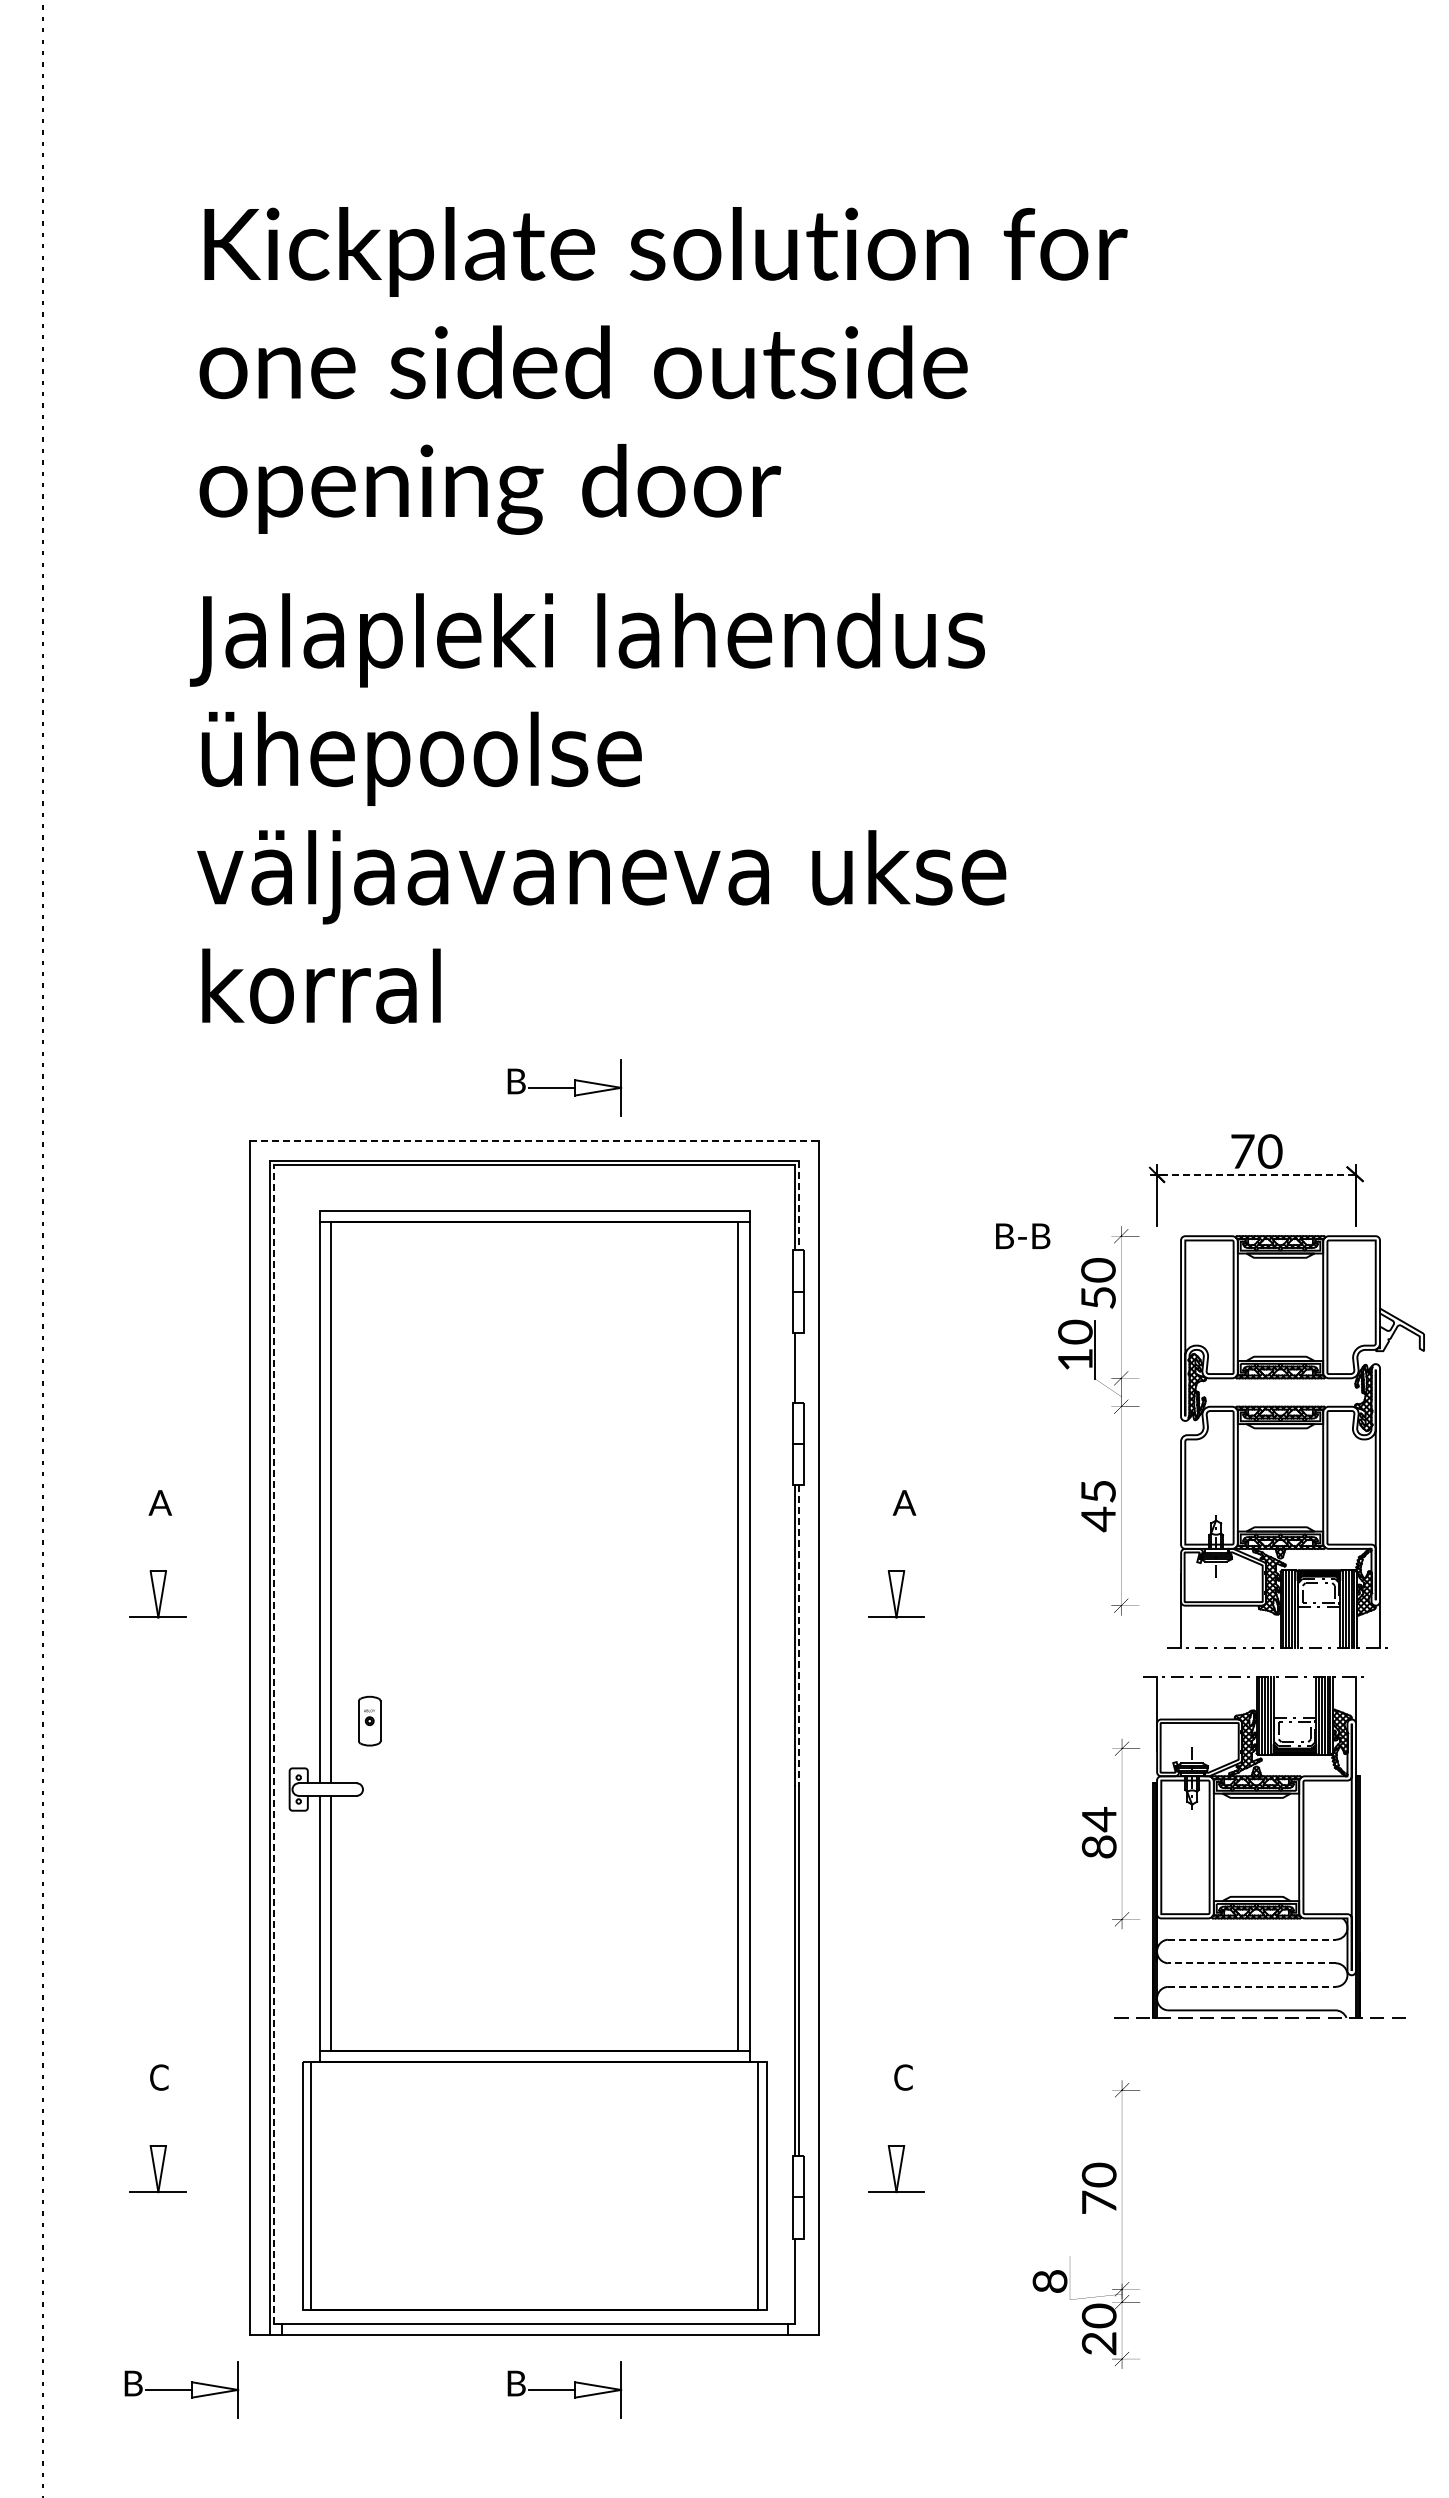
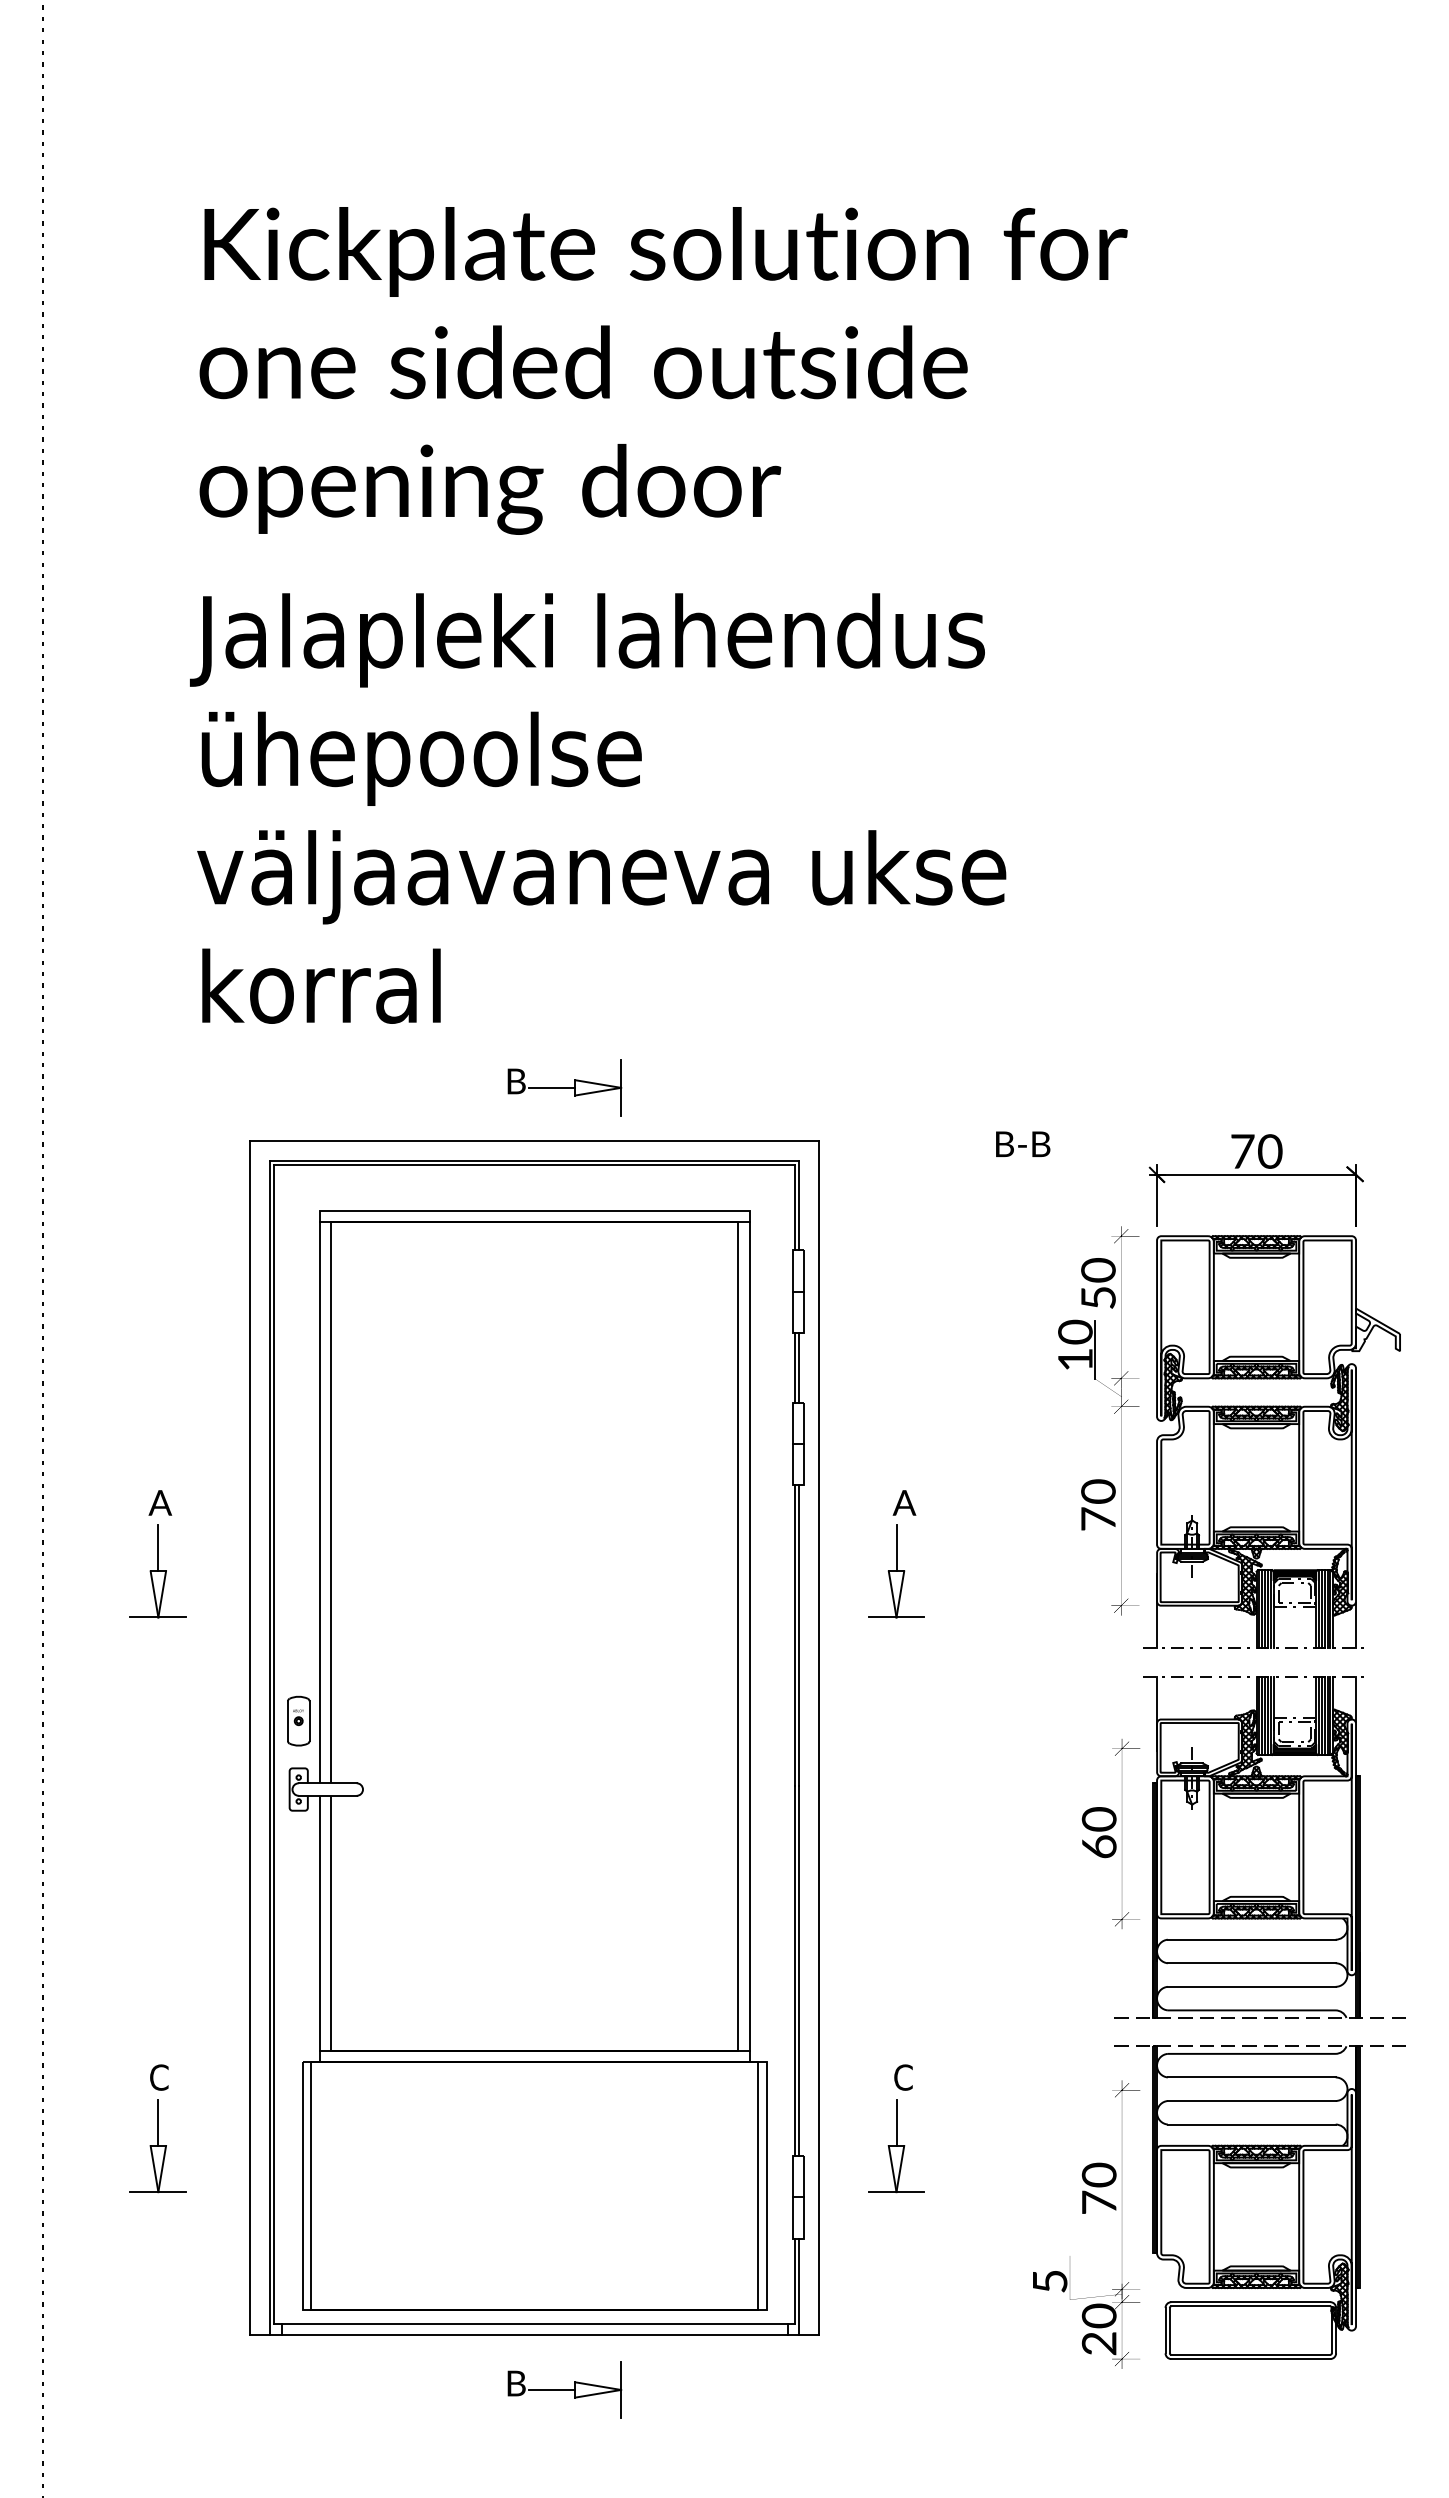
line at (535, 1141): dashed -> solid
line at (1253, 1174): dashed -> solid
line at (799, 1205): dashed -> solid
text at (1023, 1235) position: (1023, 1235) -> (1023, 1143)
line at (799, 1367): none -> present
part at (1295, 1441) position: (1295, 1441) -> (1271, 1441)
text at (1098, 1505): 45 -> 70
line at (158, 1548): none -> present
line at (896, 1548): none -> present
line at (799, 1636): dashed -> solid
part at (369, 1720) position: (369, 1720) -> (298, 1720)
line at (274, 1743): dashed -> solid
text at (1098, 1832): 84 -> 60
line at (1251, 1939): dashed -> solid
line at (1251, 1963): dashed -> solid
line at (1251, 1986): dashed -> solid
line at (158, 2123): none -> present
line at (896, 2123): none -> present
part at (1259, 2202): none -> present
text at (1049, 2281): 8 -> 5
line at (799, 2286): none -> present
part at (181, 2389): present -> none
